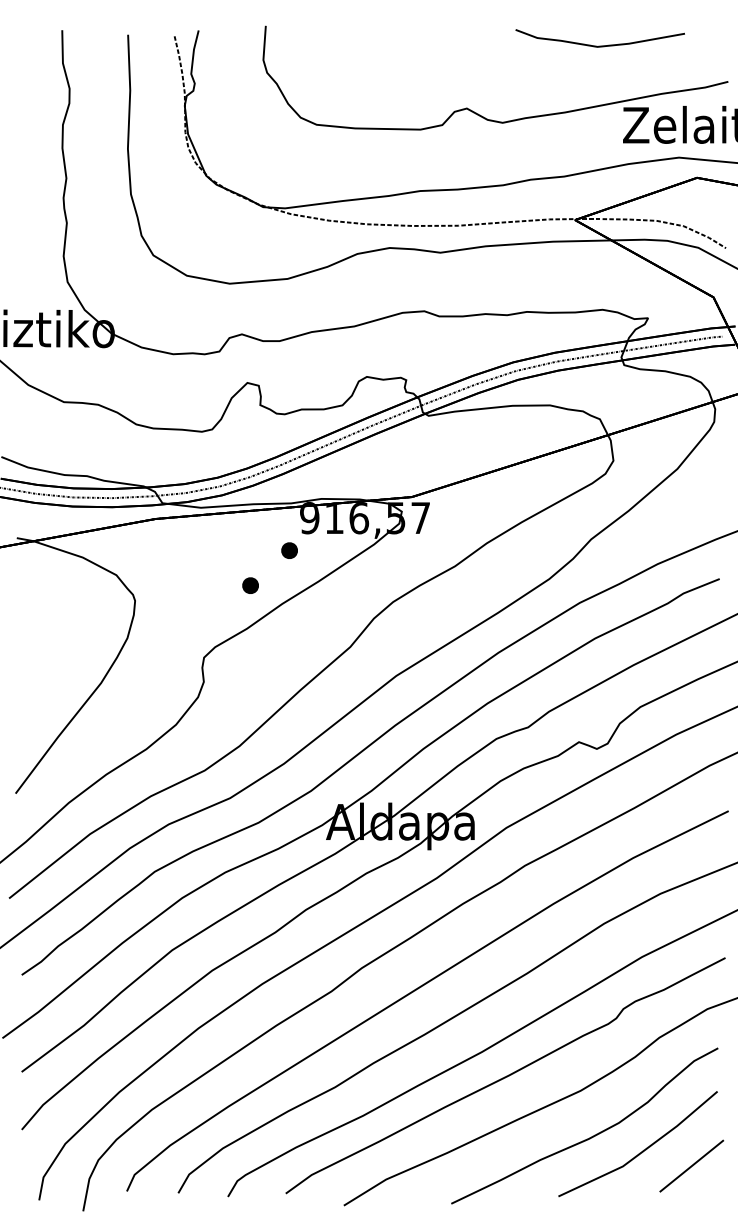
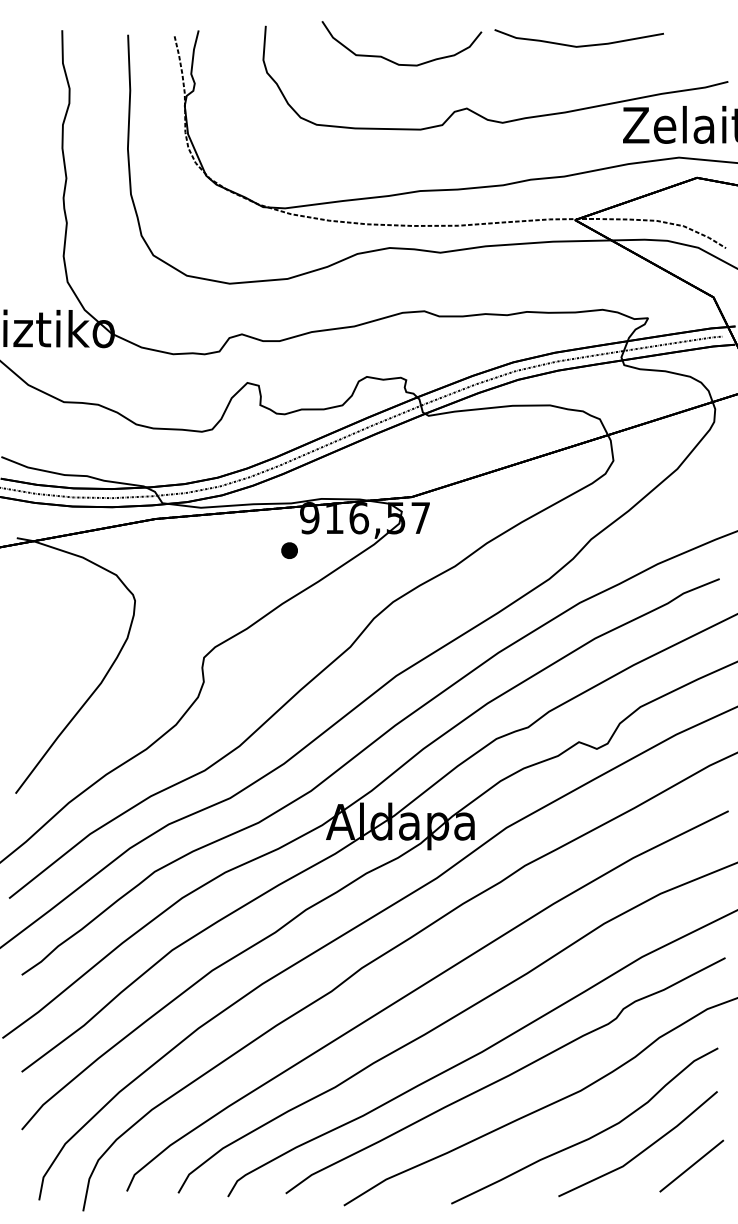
curve at (599, 45) position: (599, 45) -> (578, 45)
curve at (392, 60): none -> present
part at (250, 585): present -> none
